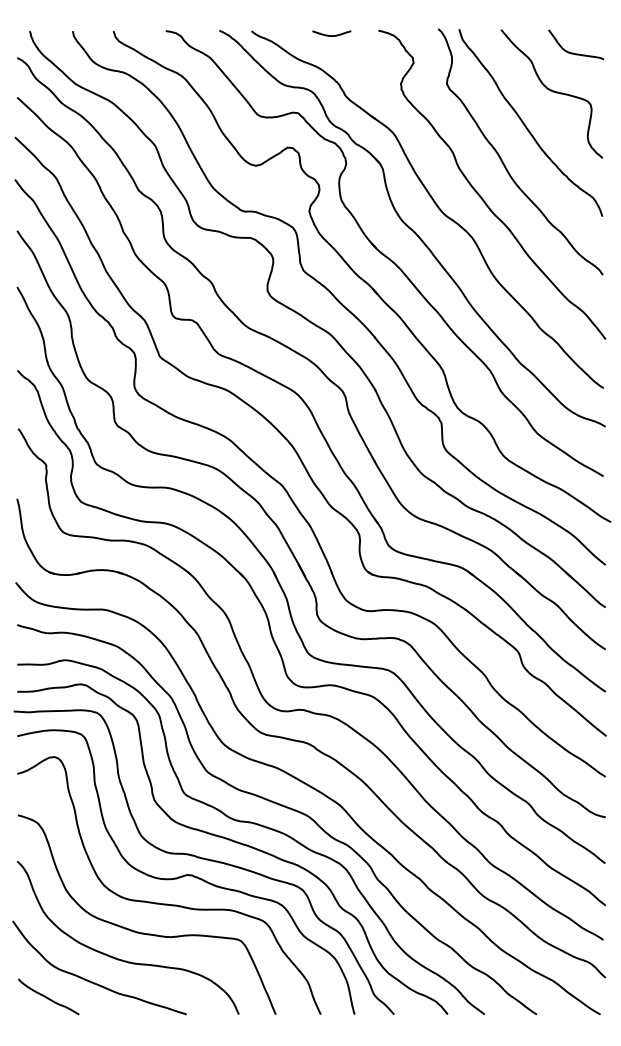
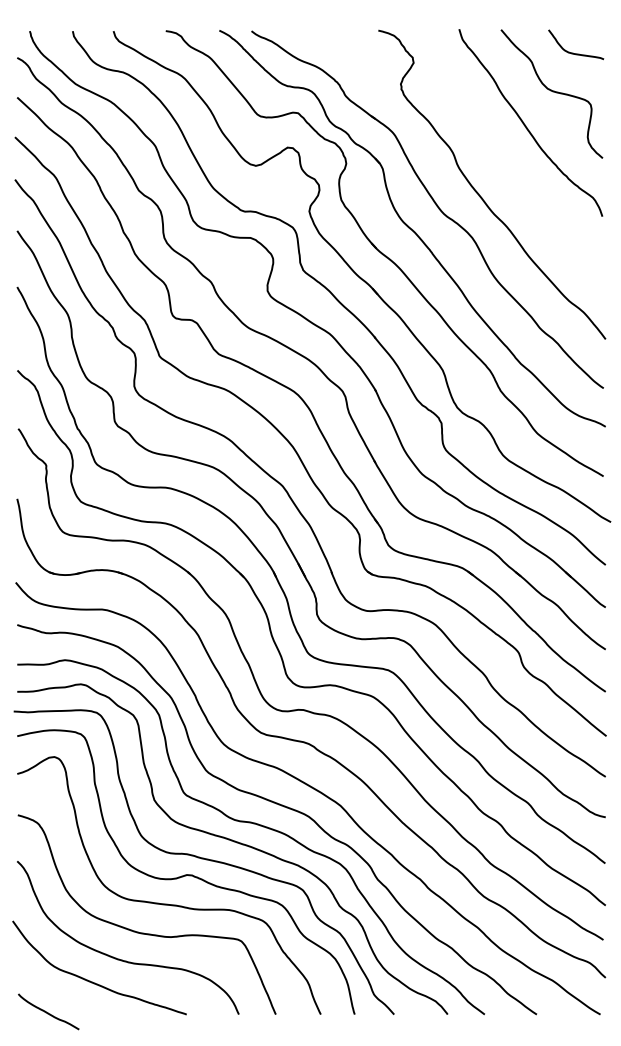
curve at (331, 35): present -> none
curve at (502, 159): present -> none
curve at (48, 997) position: (48, 997) -> (48, 1012)
